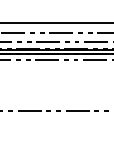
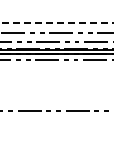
line at (56, 22): solid -> dashed
